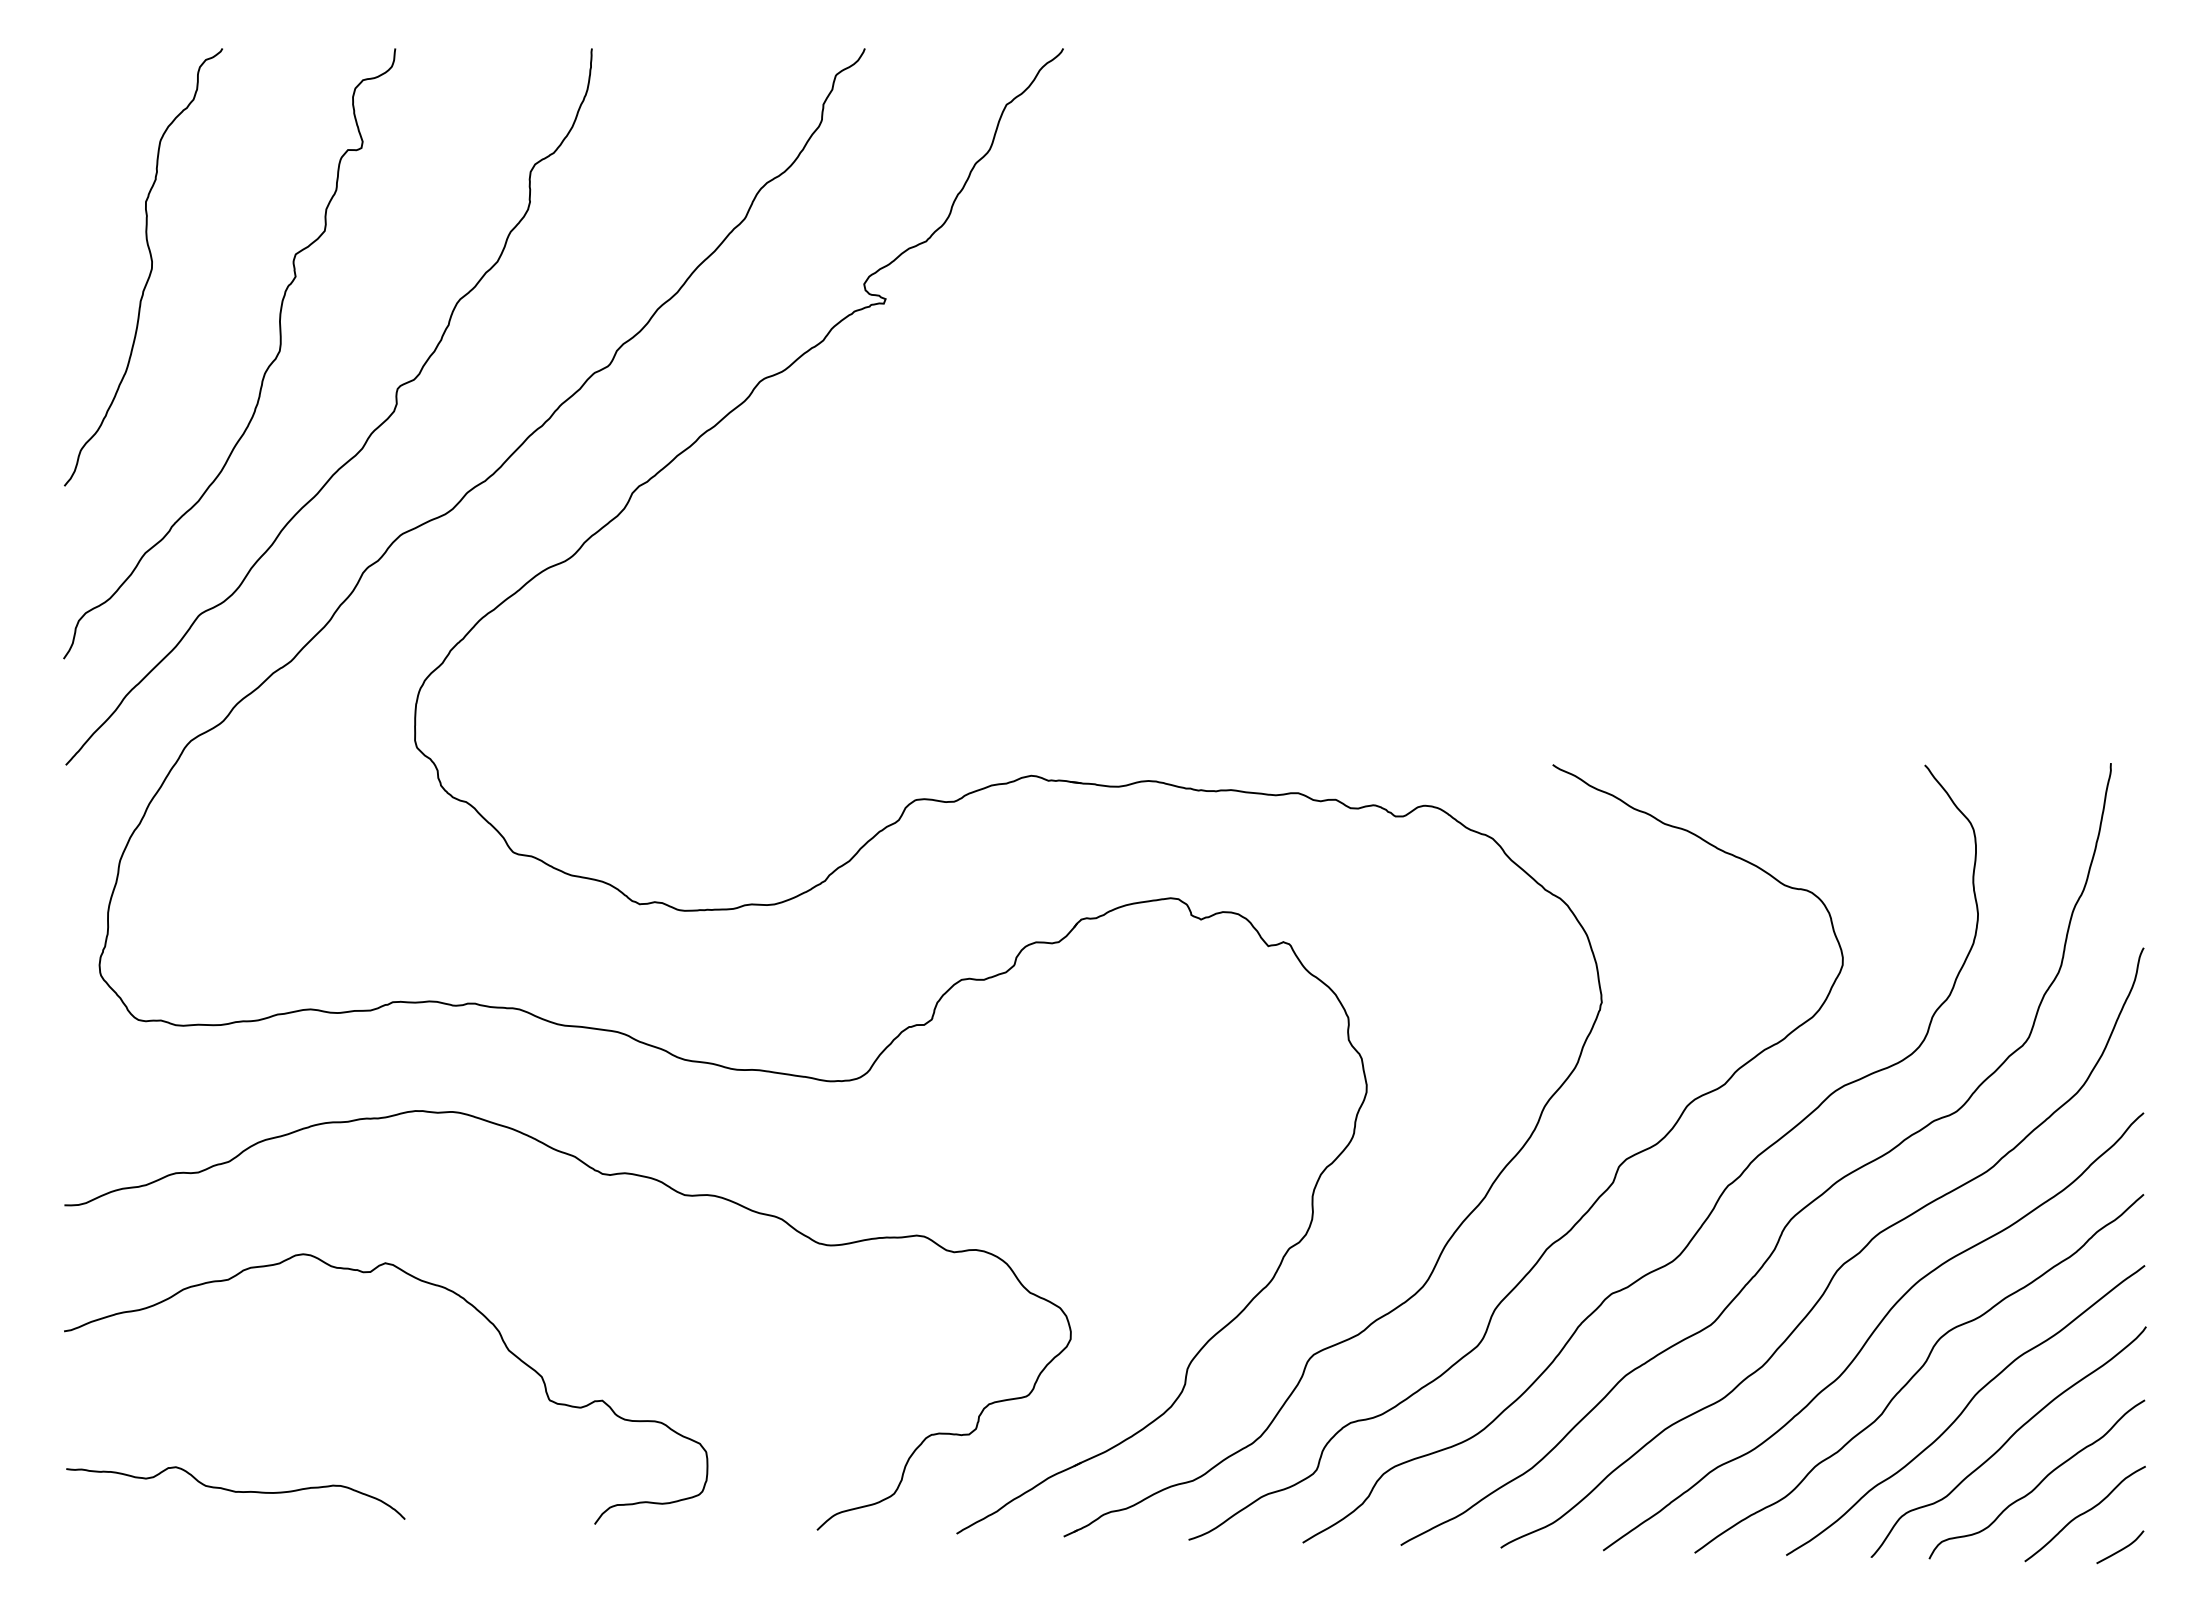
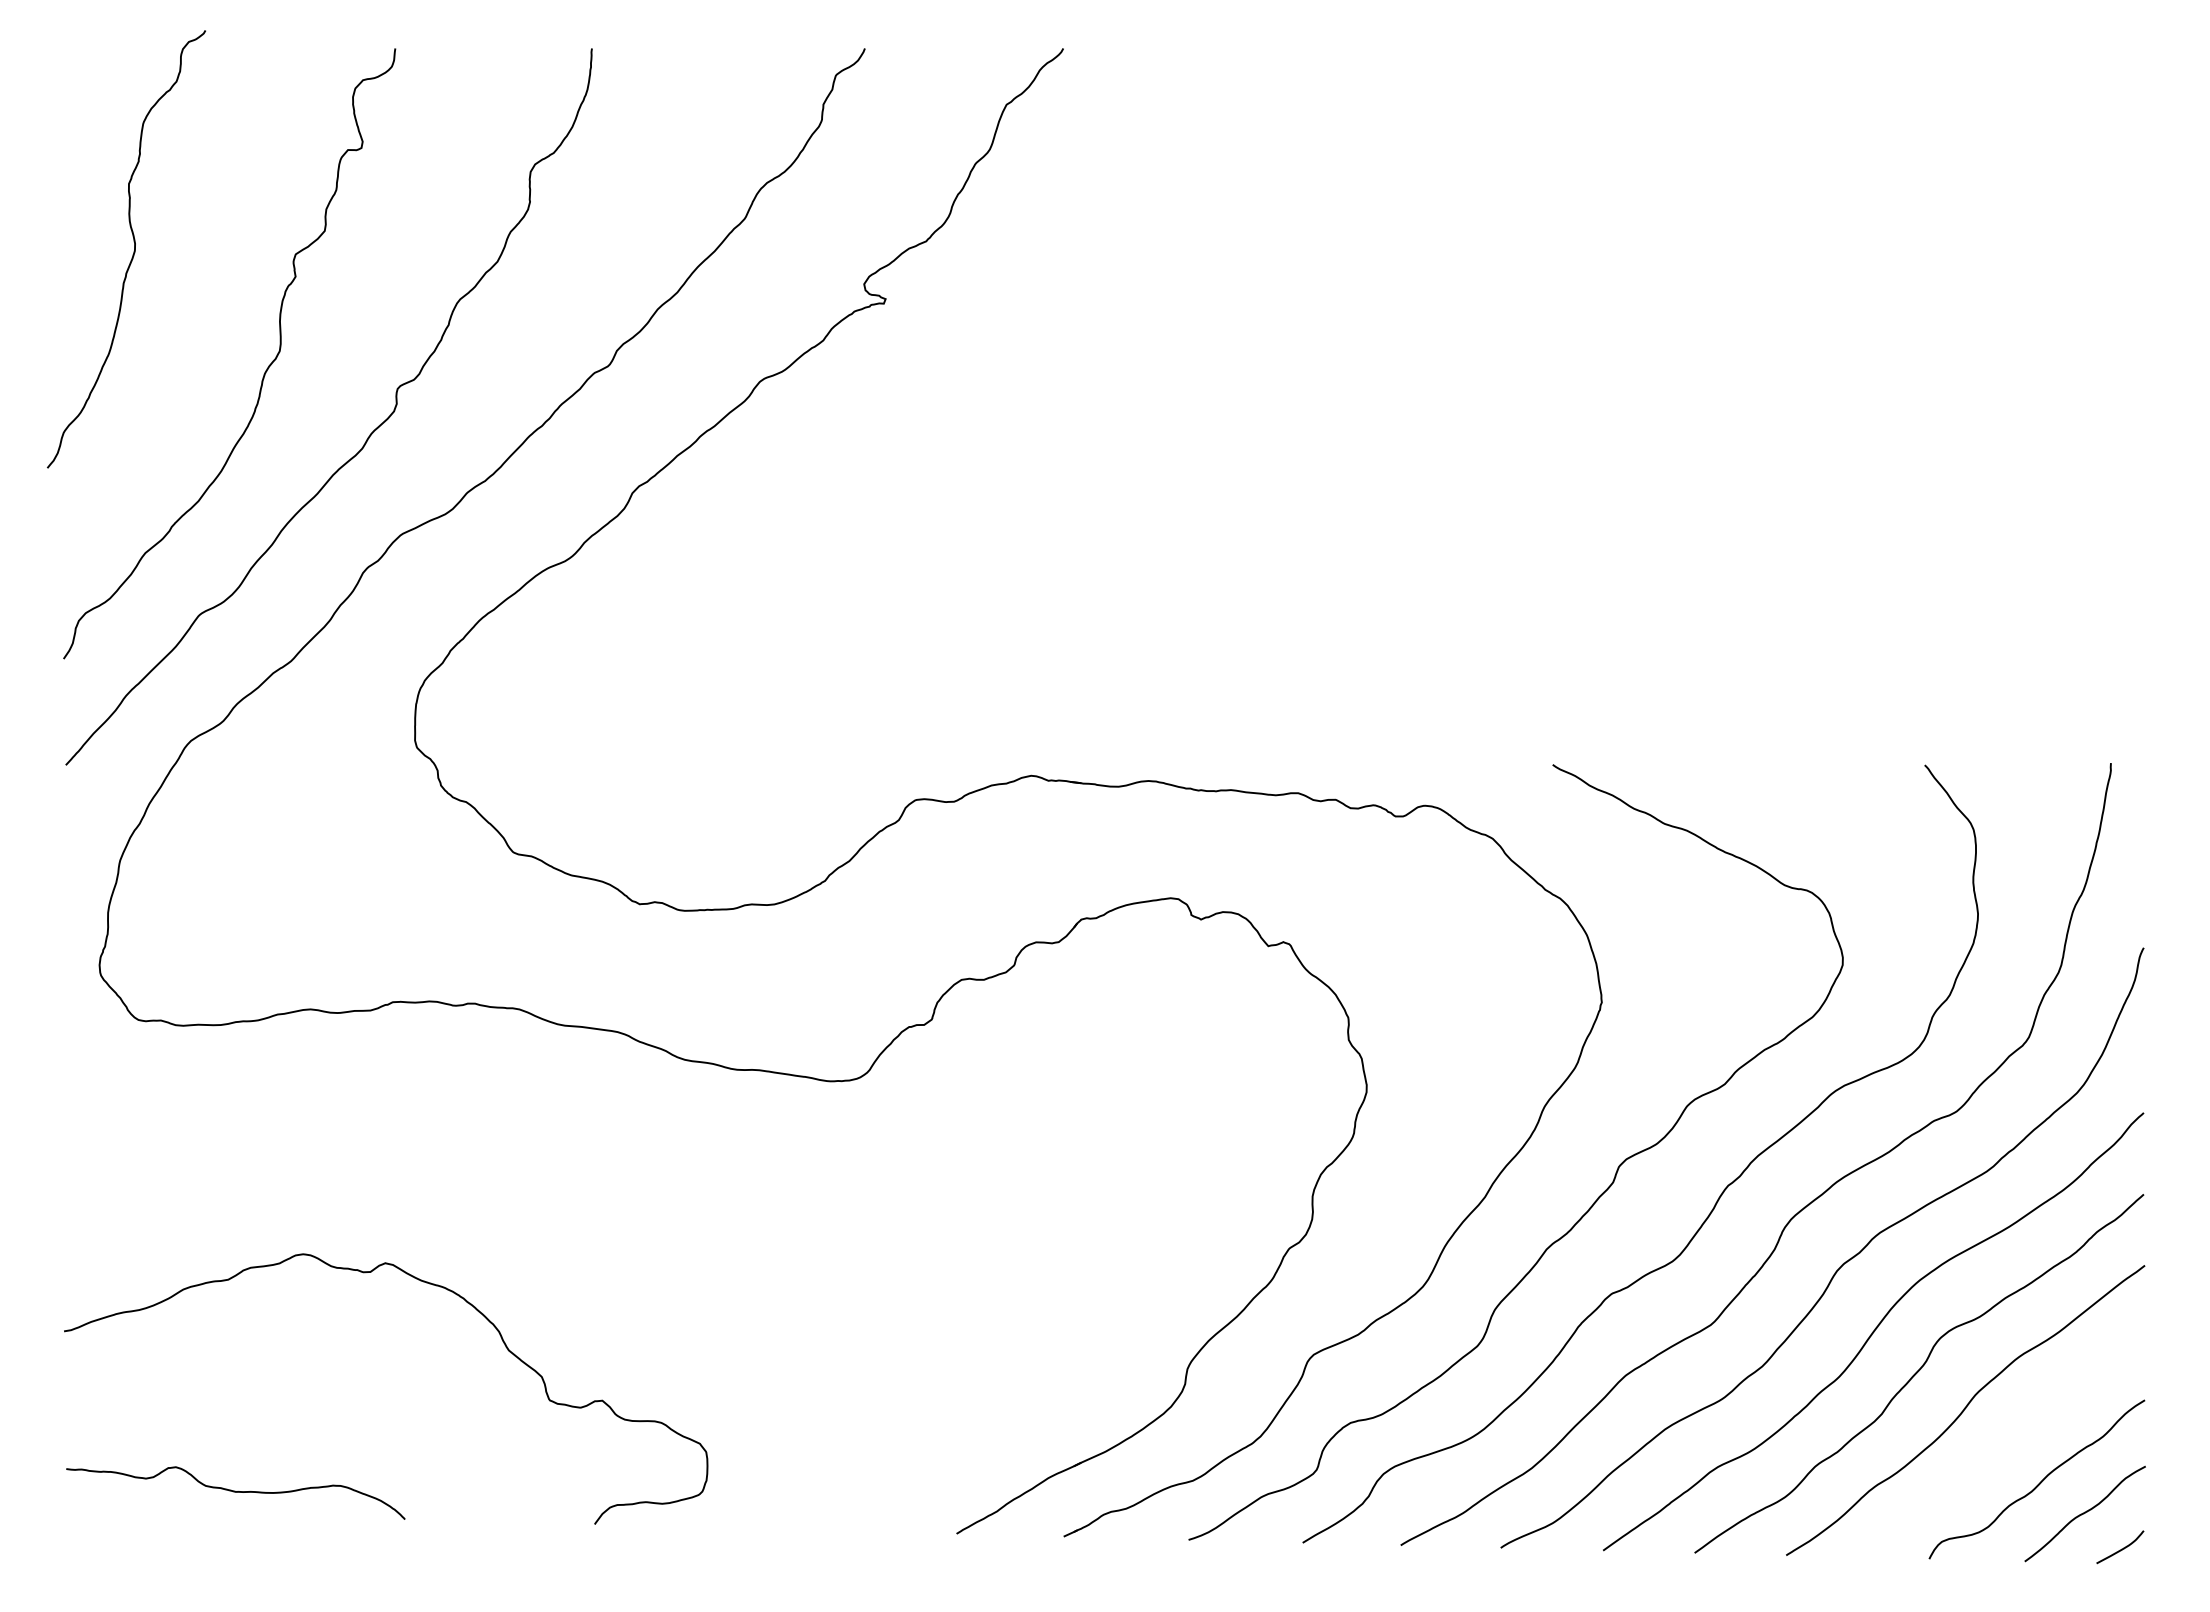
curve at (150, 269) position: (150, 269) -> (133, 251)
curve at (604, 1175): present -> none
curve at (2008, 1441): present -> none
